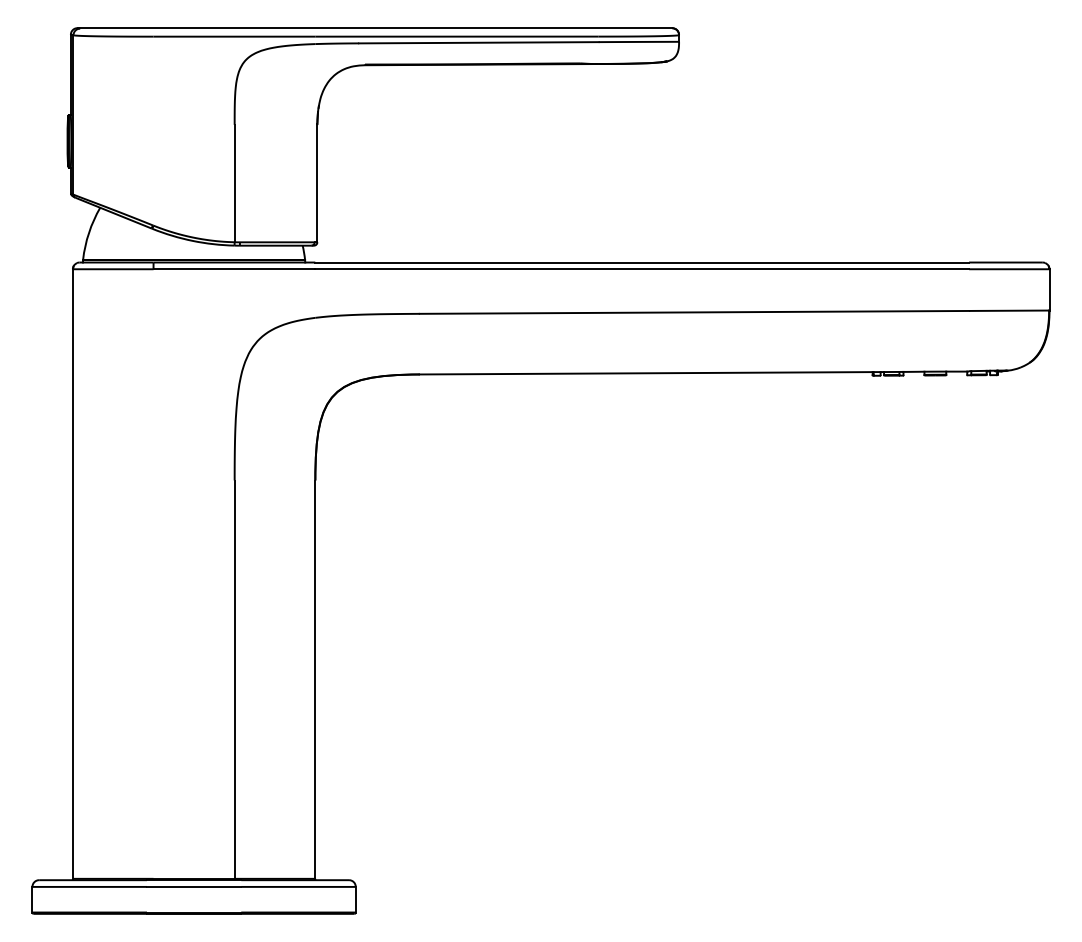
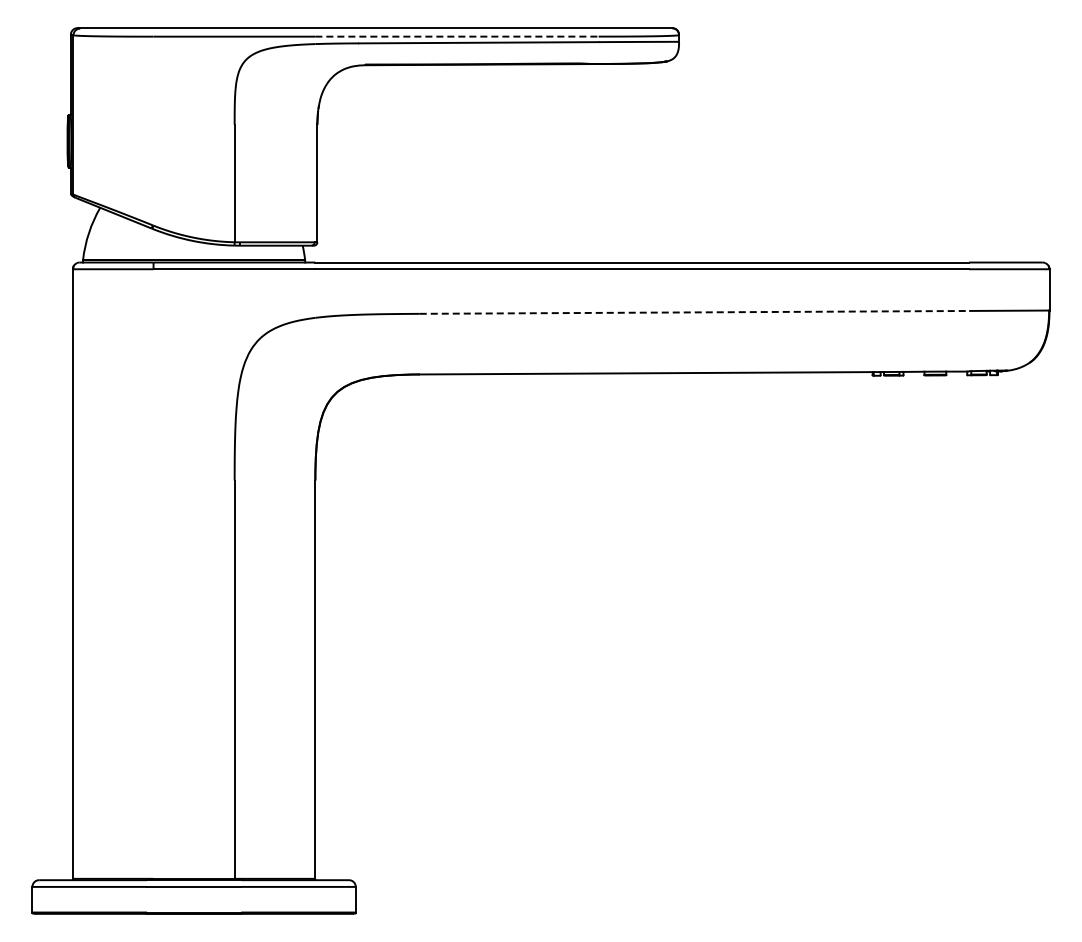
line at (456, 36): solid -> dashed
line at (694, 312): solid -> dashed
